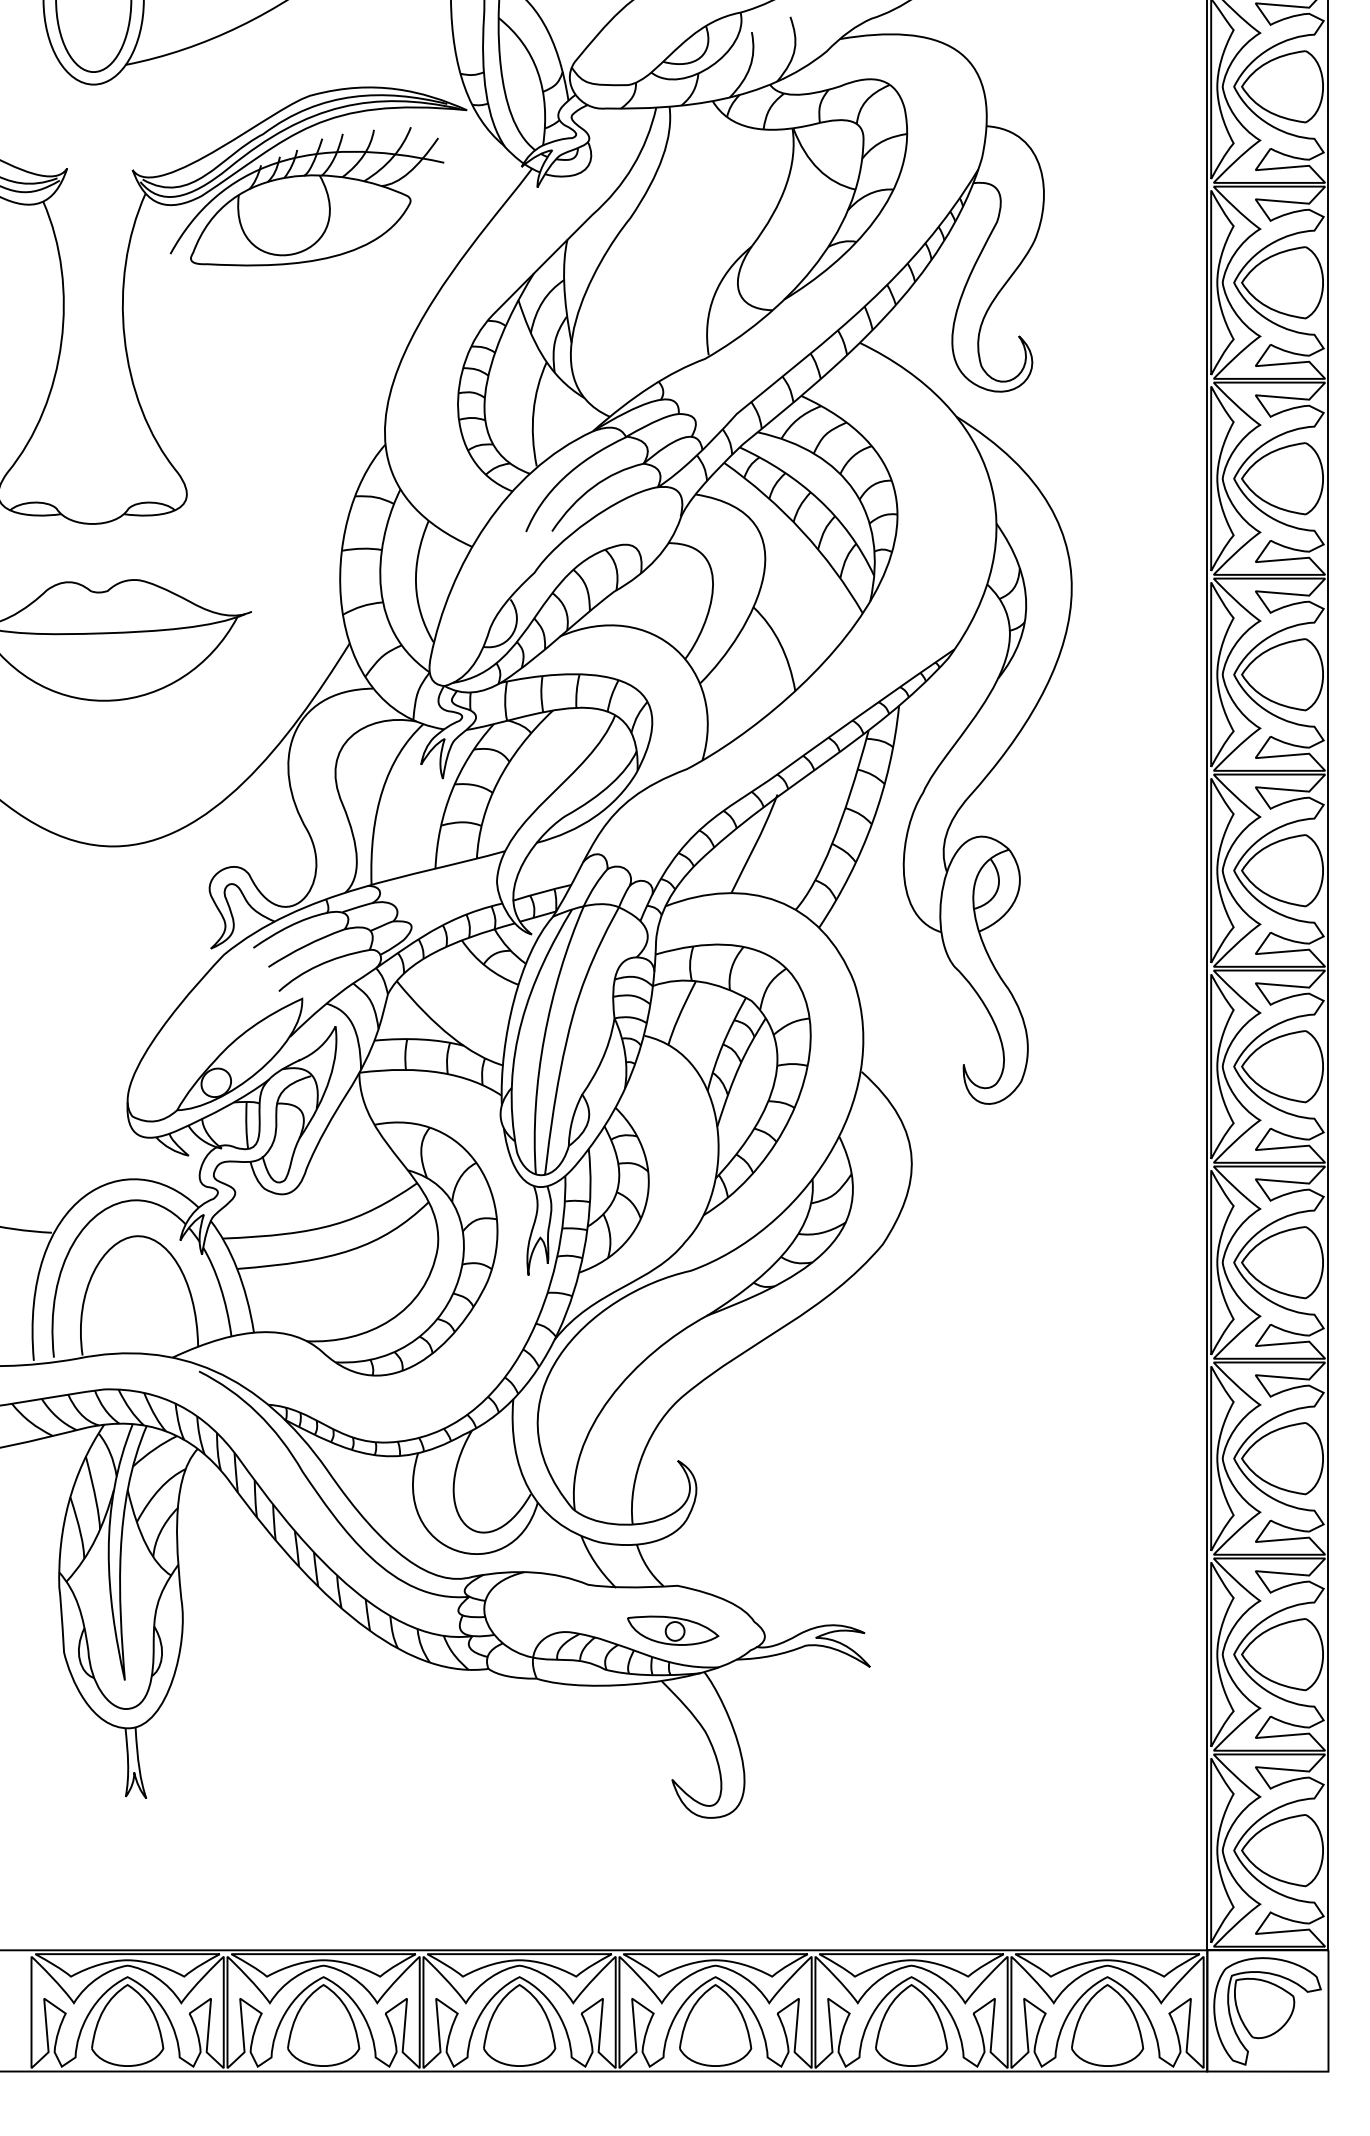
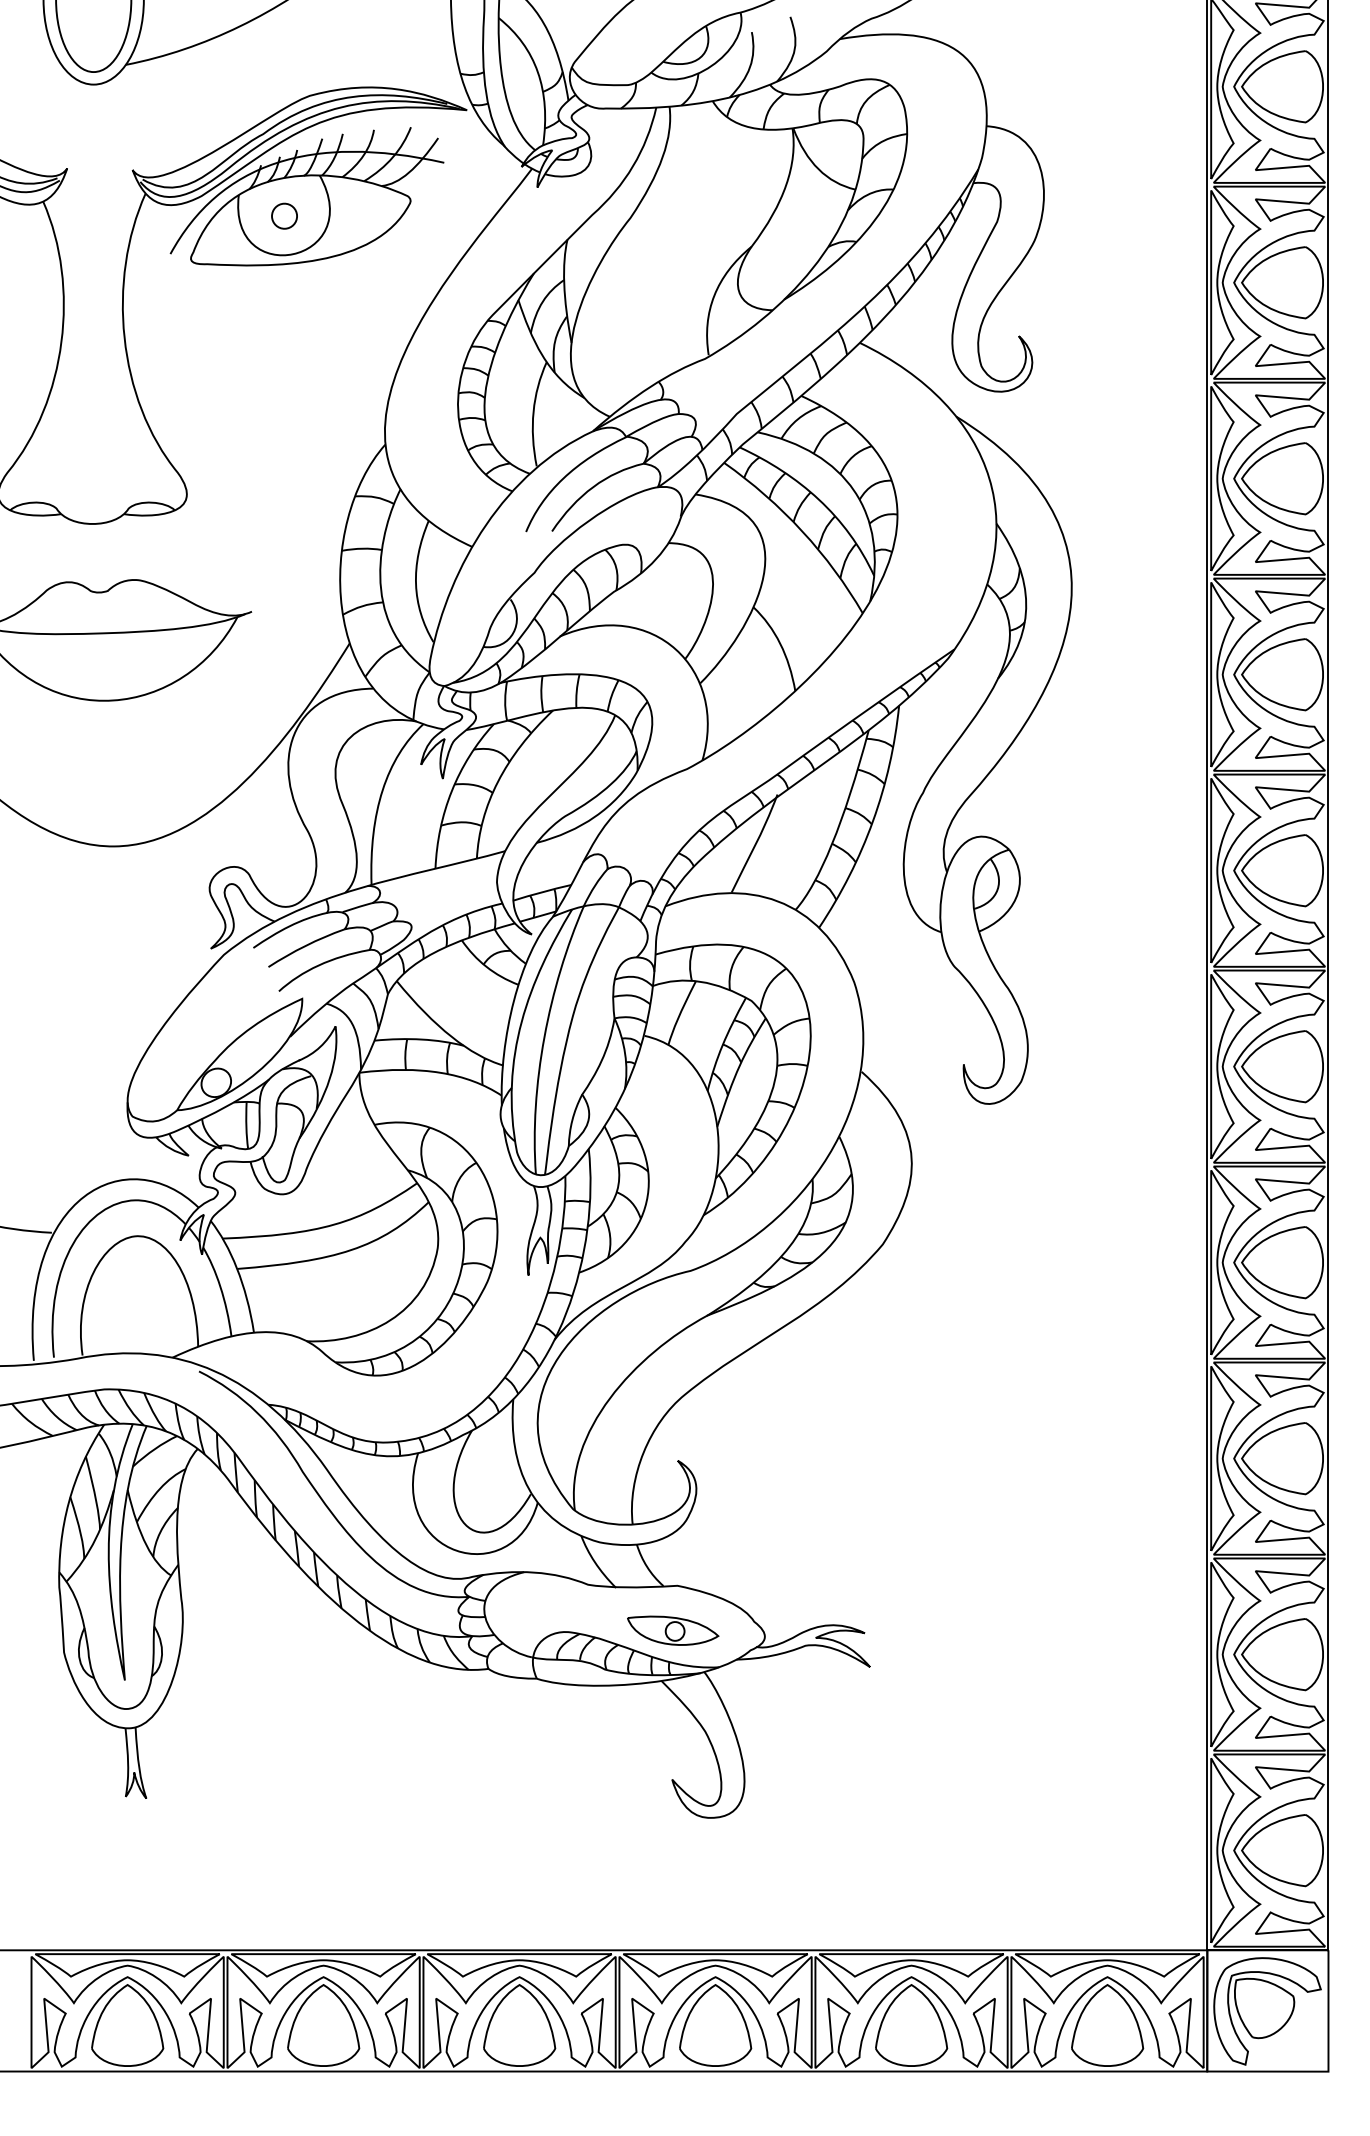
part at (284, 215): none -> present
